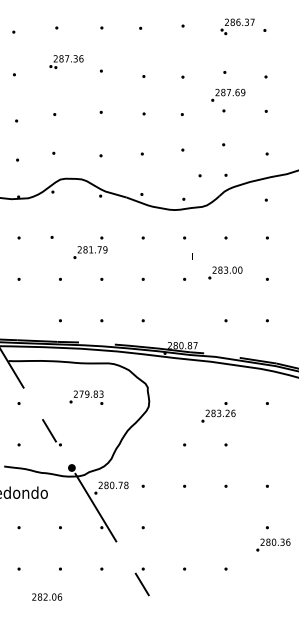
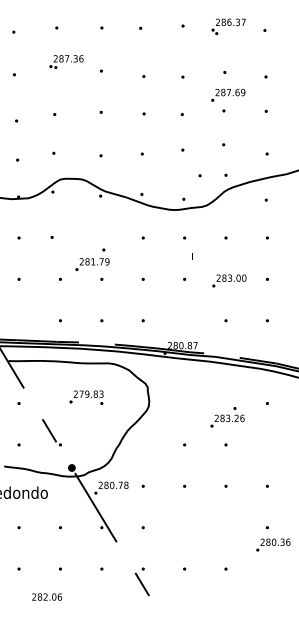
text at (237, 26) position: (237, 26) -> (228, 26)
text at (90, 247) position: (90, 247) -> (92, 259)
text at (225, 272) position: (225, 272) -> (229, 280)
text at (218, 412) position: (218, 412) -> (227, 417)
